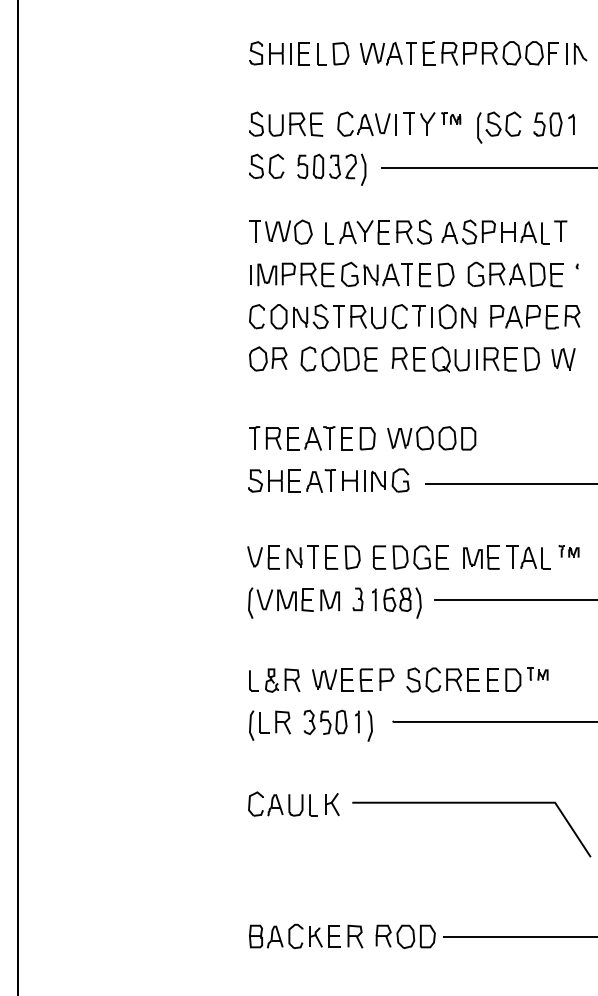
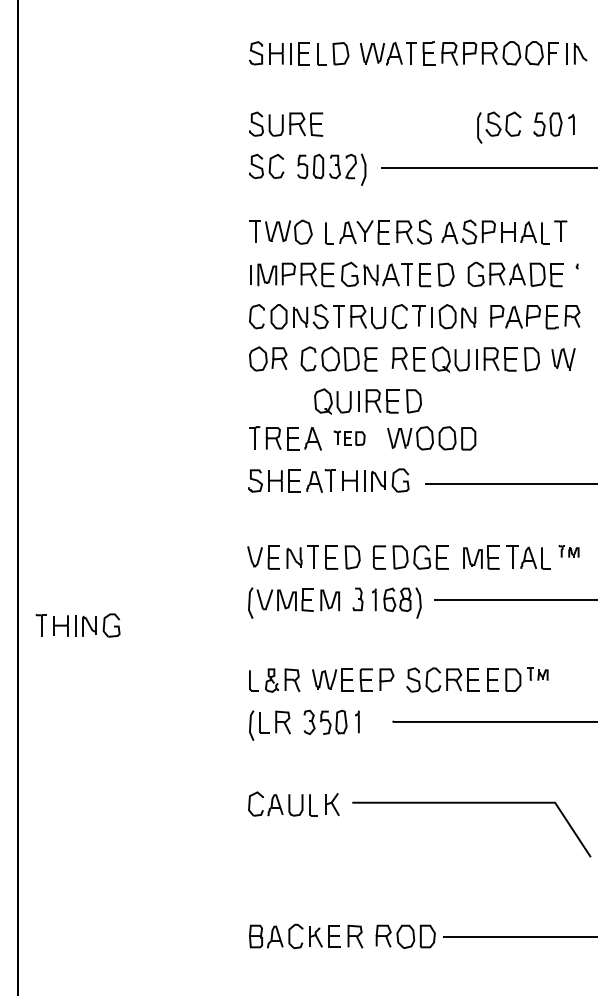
part at (399, 123): present -> none
part at (367, 401): none -> present
part at (349, 438) size: 53x25 px -> 33x16 px
part at (77, 625): none -> present
line at (370, 725): present -> none
